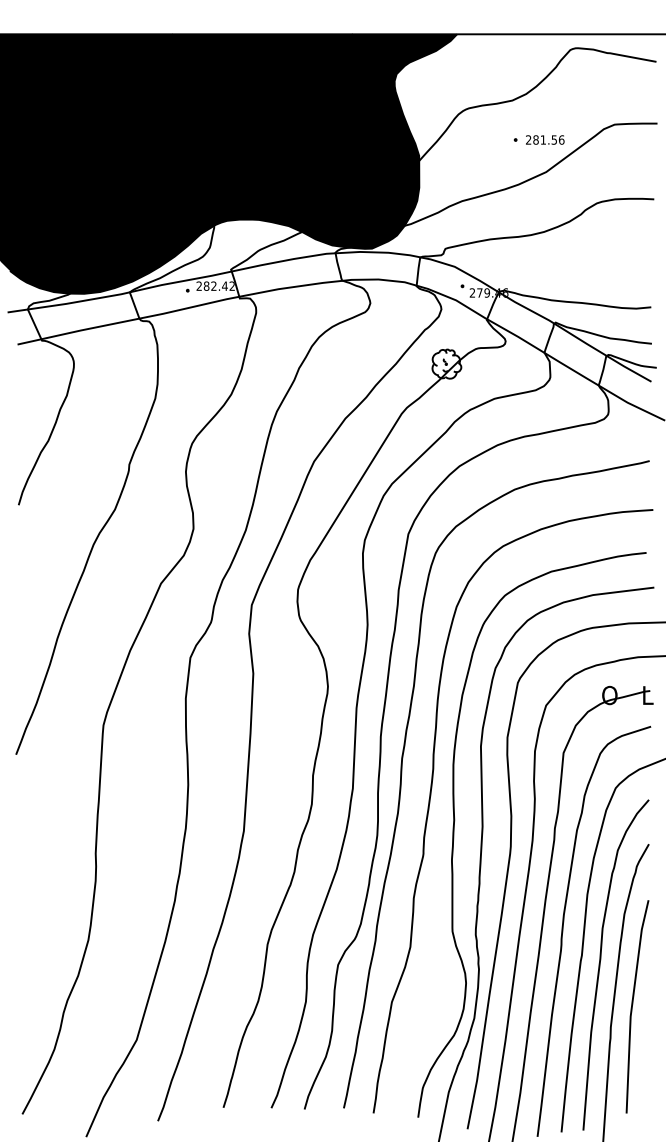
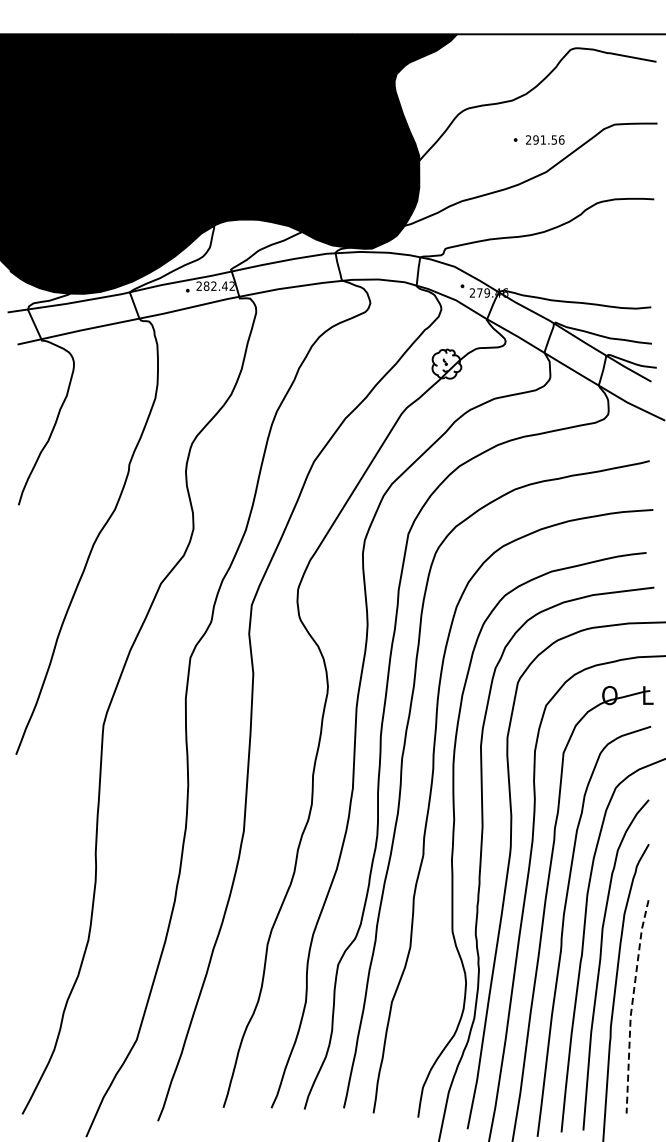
text at (535, 139): 281.56 -> 291.56
line at (631, 1006): solid -> dashed
